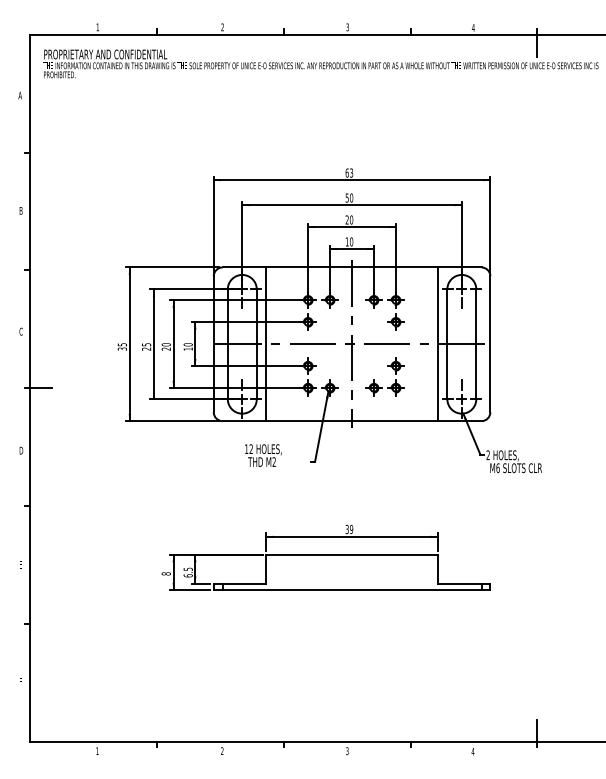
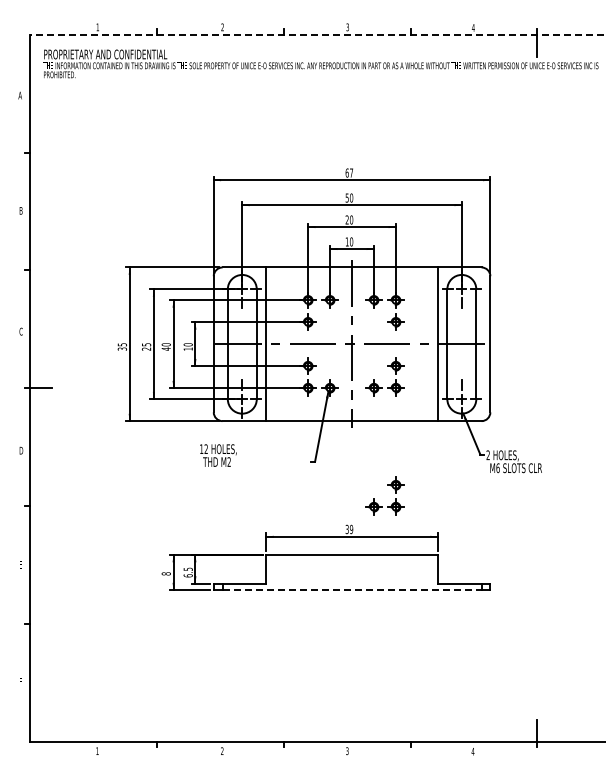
line at (317, 34): solid -> dashed
text at (351, 172): 63 -> 67
text at (165, 348): 20 -> 40
text at (263, 455) position: (263, 455) -> (218, 455)
part at (387, 485): none -> present
line at (352, 590): solid -> dashed
